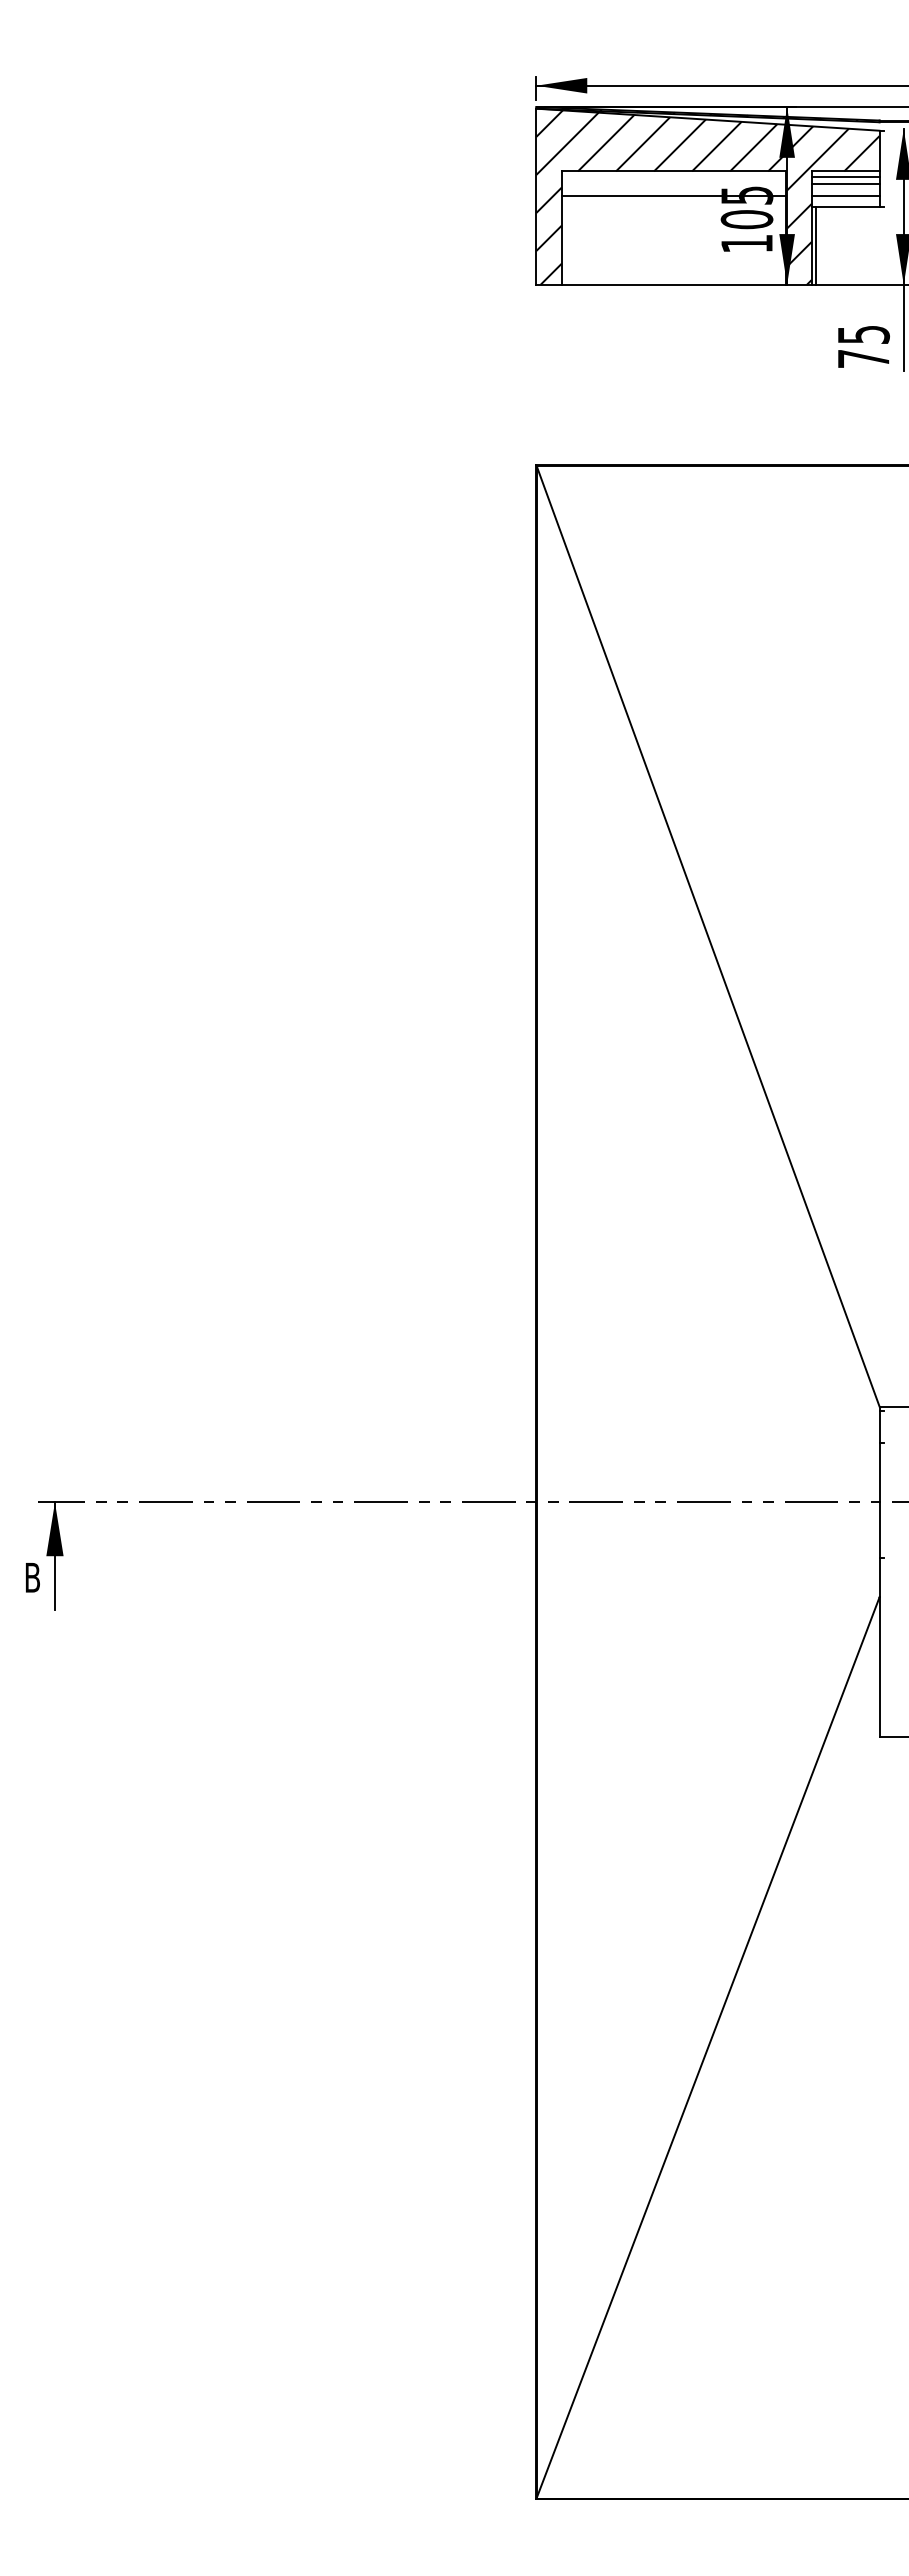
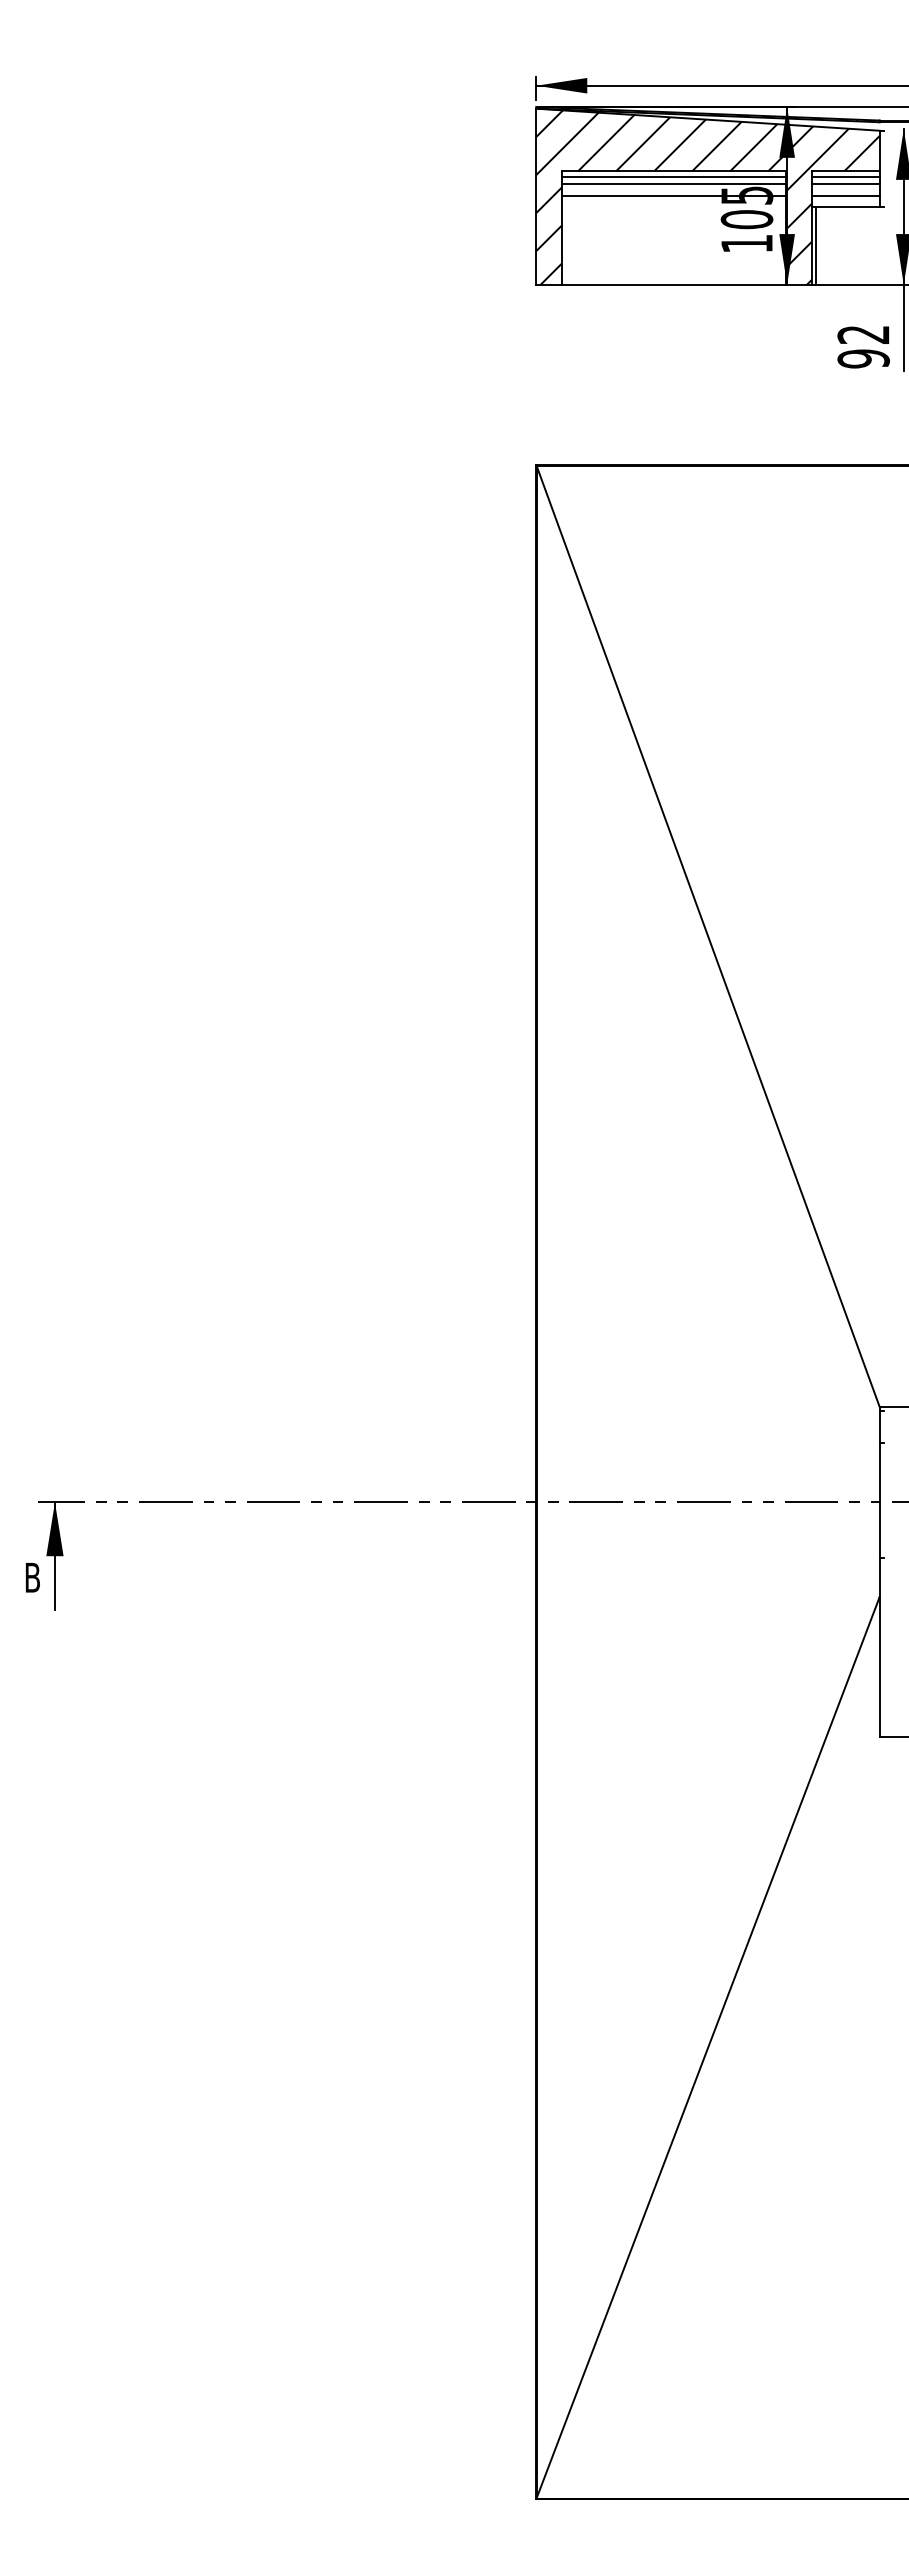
line at (673, 176): none -> present
line at (673, 183): none -> present
text at (863, 347): 75 -> 92
